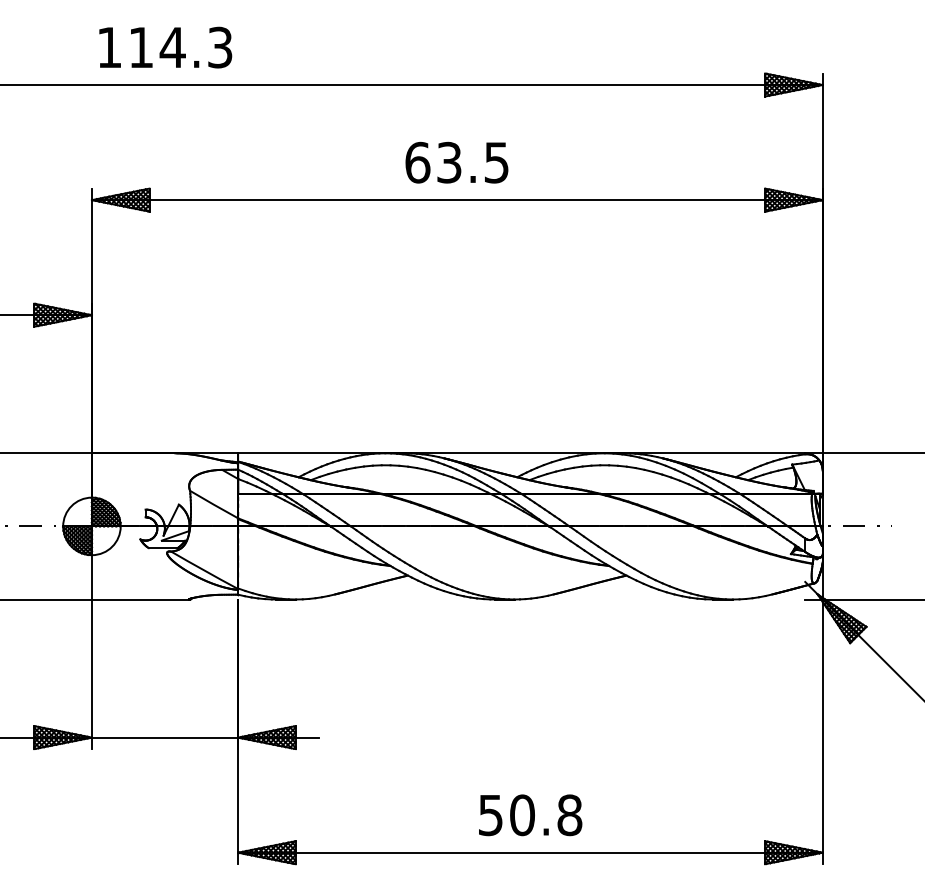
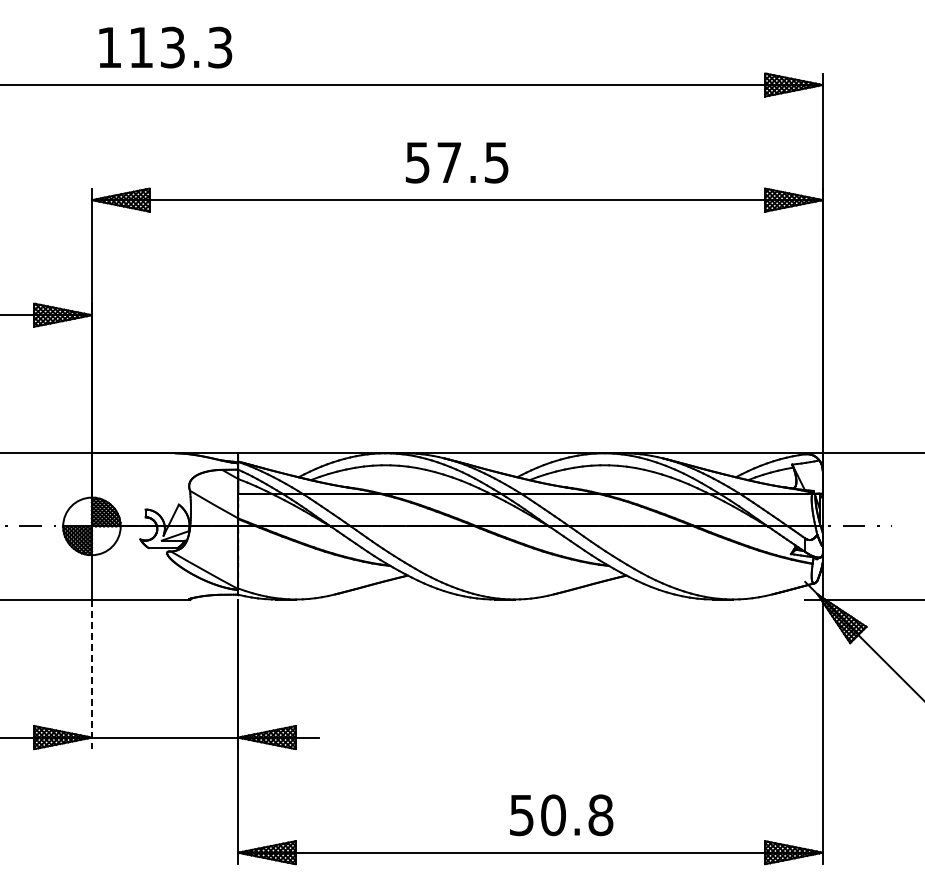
text at (172, 47): 114.3 -> 113.3
text at (433, 162): 63.5 -> 57.5
line at (91, 674): solid -> dashed
text at (530, 815) position: (530, 815) -> (561, 815)
